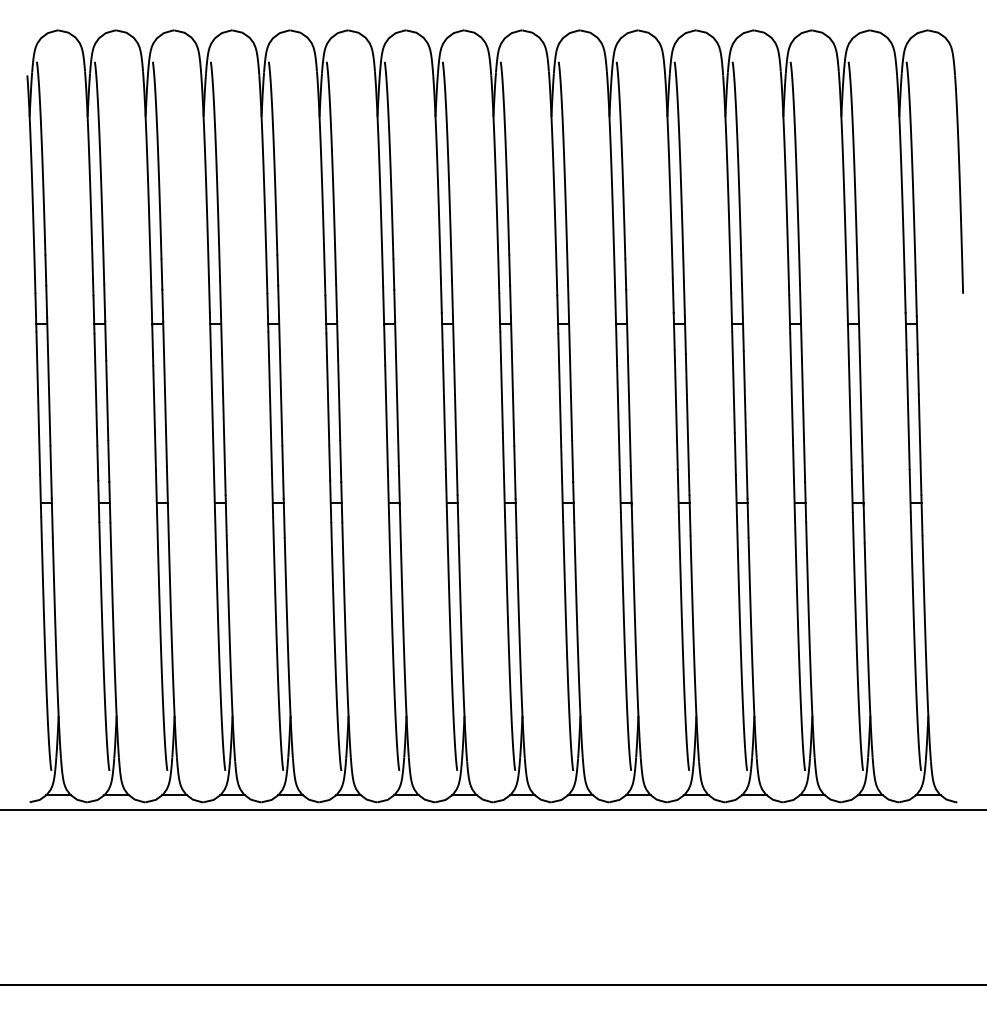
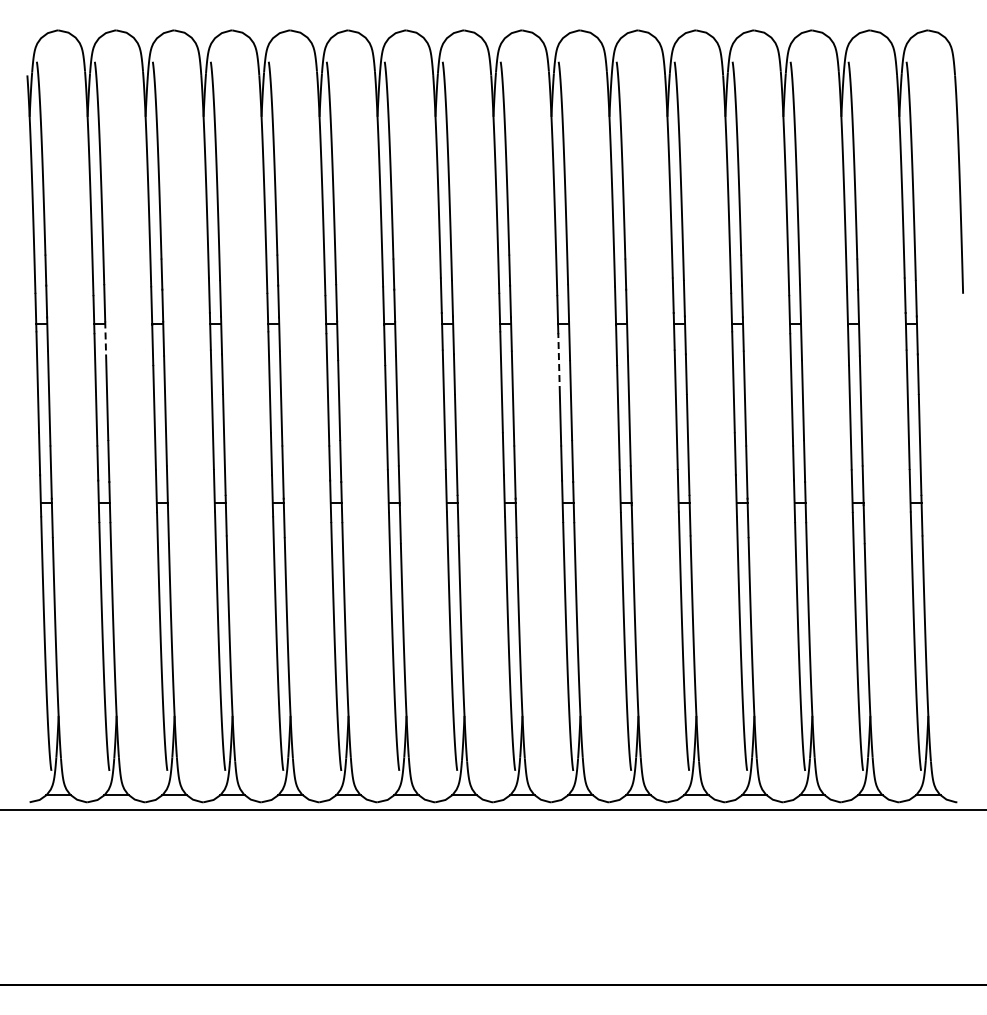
line at (105, 341): solid -> dashed
line at (559, 363): solid -> dashed
